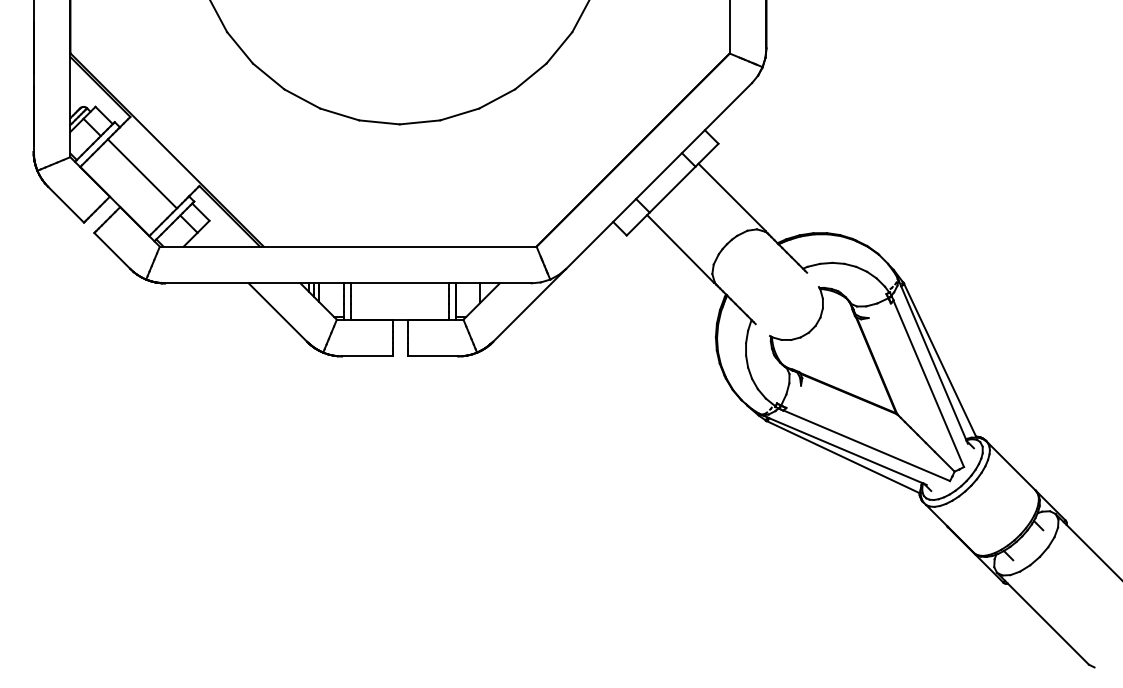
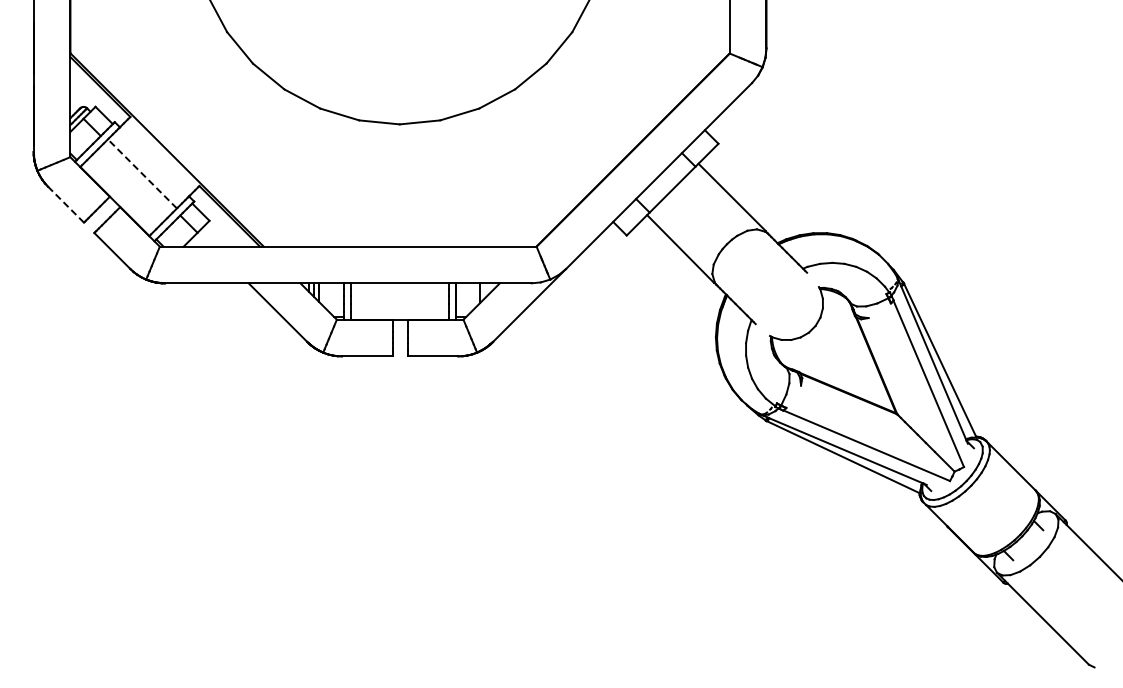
line at (142, 173): solid -> dashed
line at (66, 205): solid -> dashed
